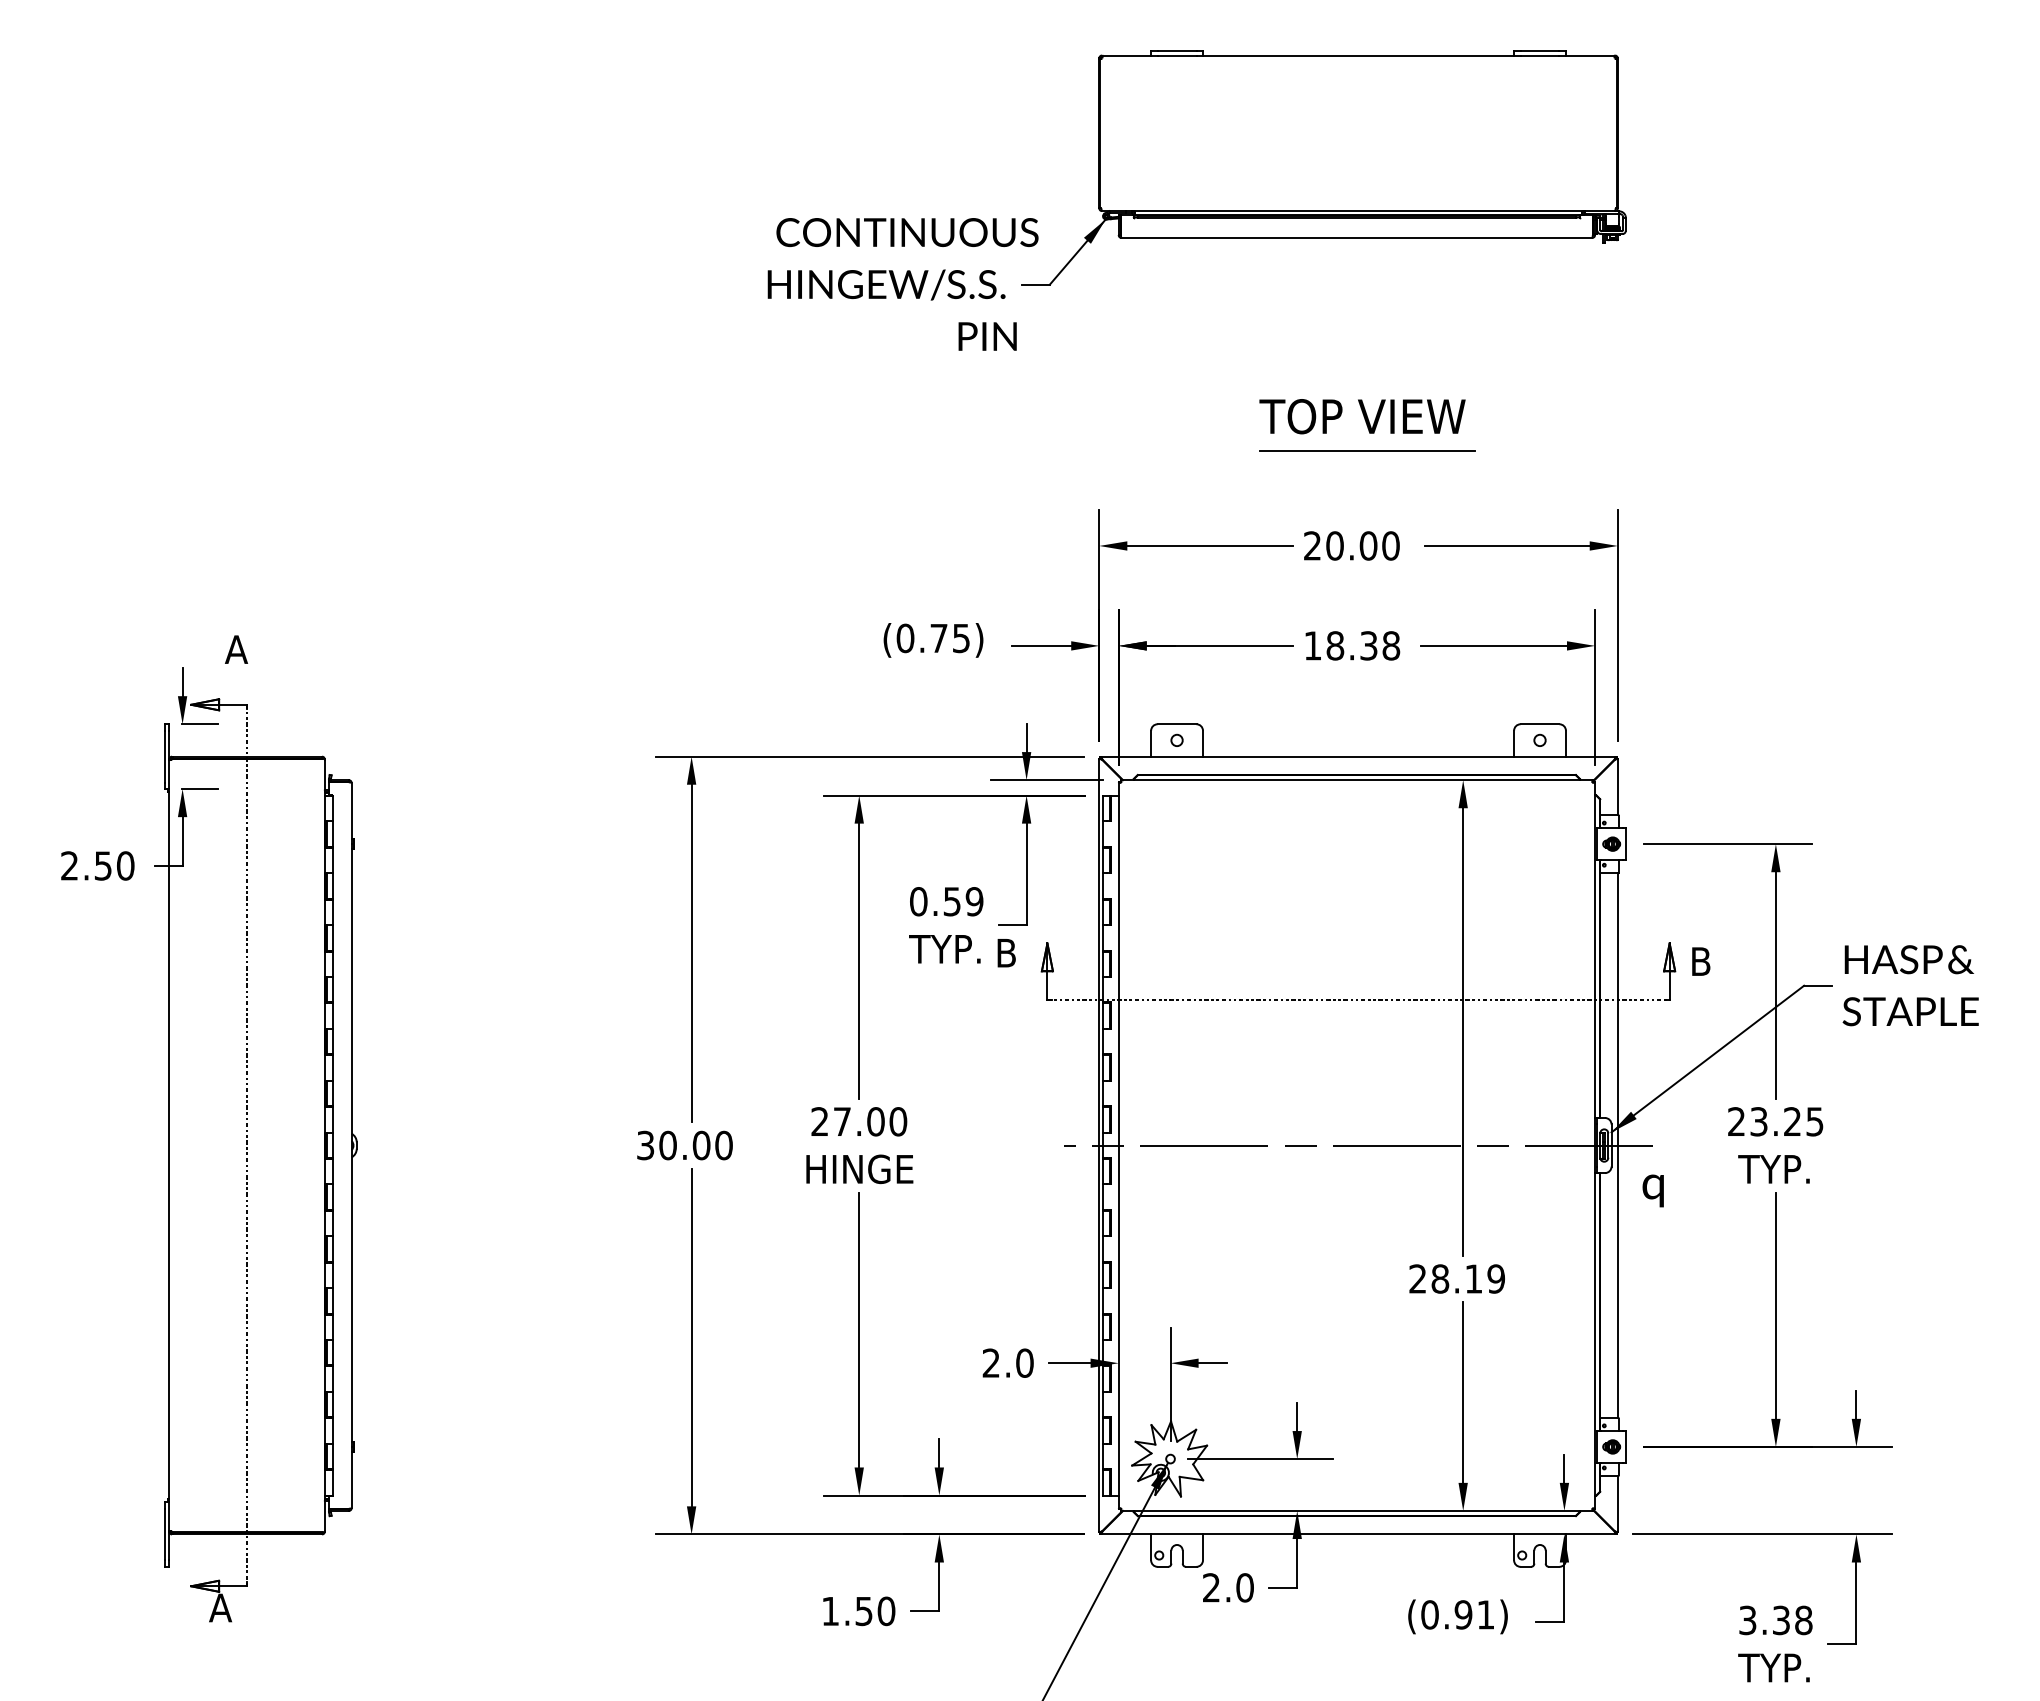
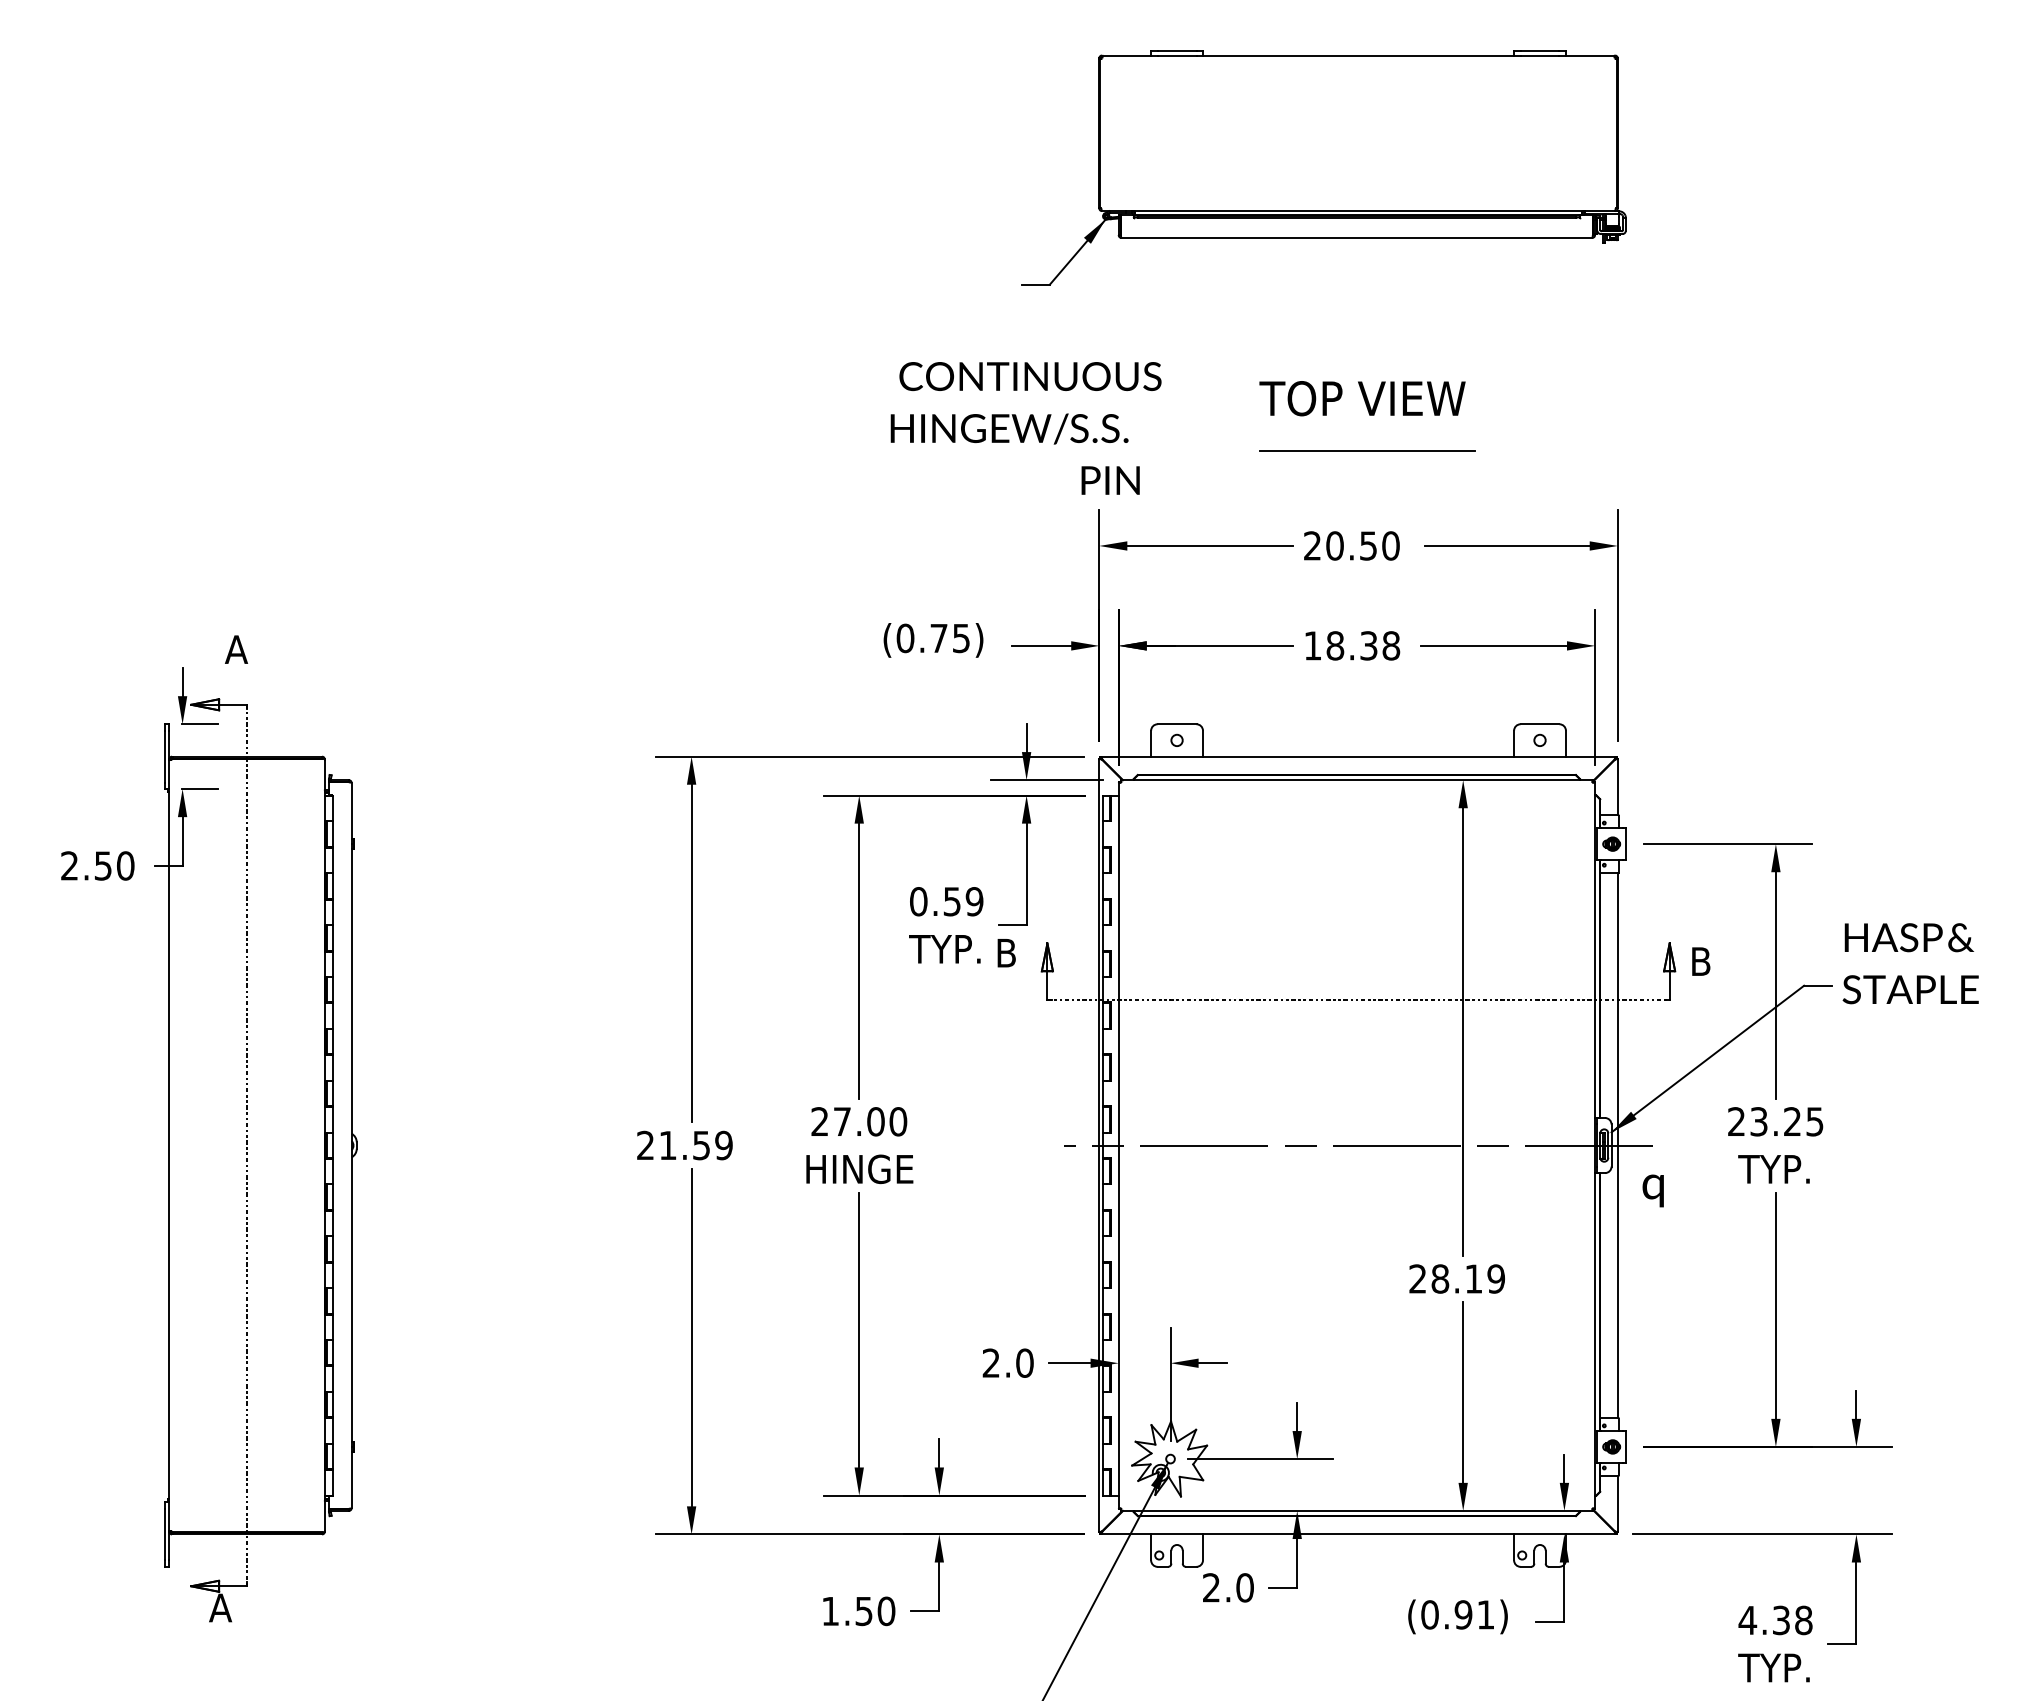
text at (902, 284) position: (902, 284) -> (1025, 428)
text at (1362, 416) position: (1362, 416) -> (1362, 398)
text at (1368, 545): 20.00 -> 20.50
text at (1910, 985) position: (1910, 985) -> (1910, 963)
text at (684, 1145): 30.00 -> 21.59
text at (1747, 1620): 3.38 -> 4.38
